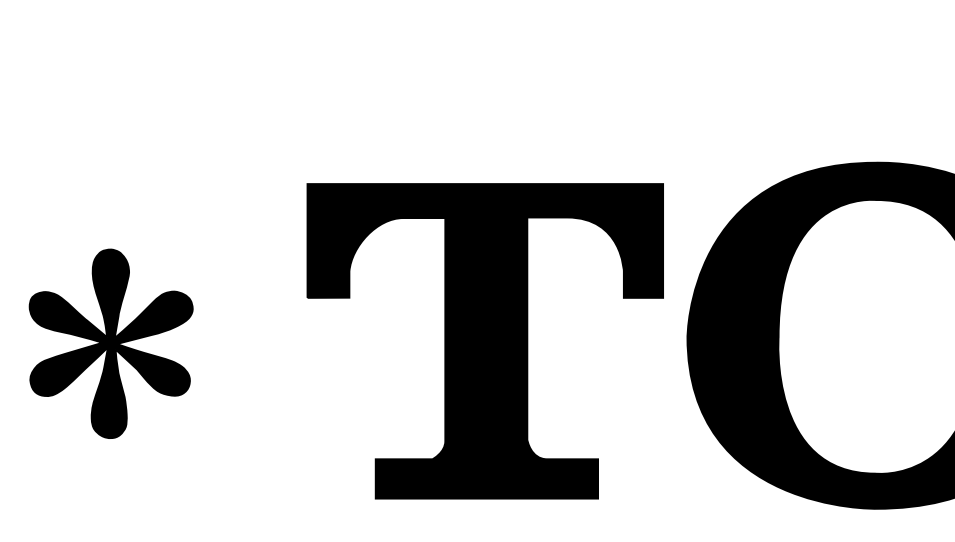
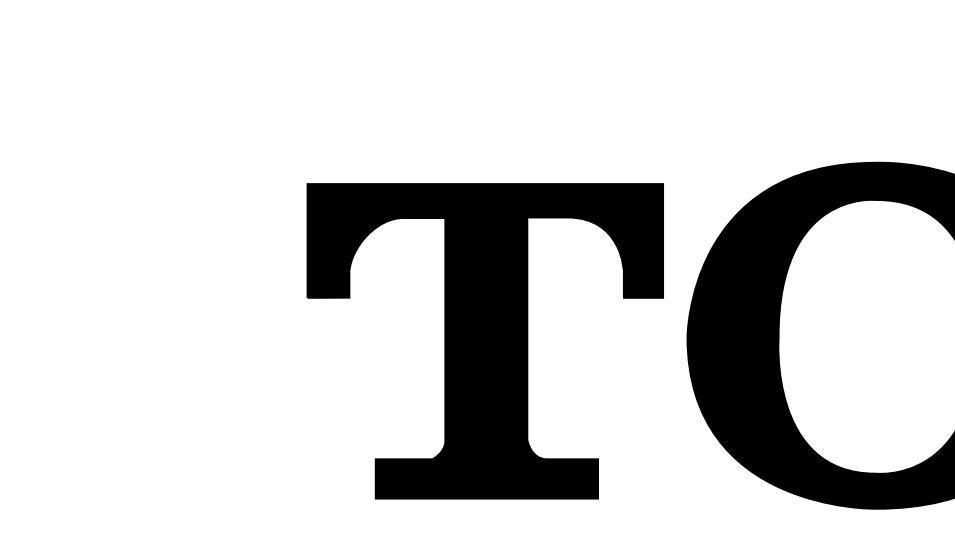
part at (110, 343): present -> none
